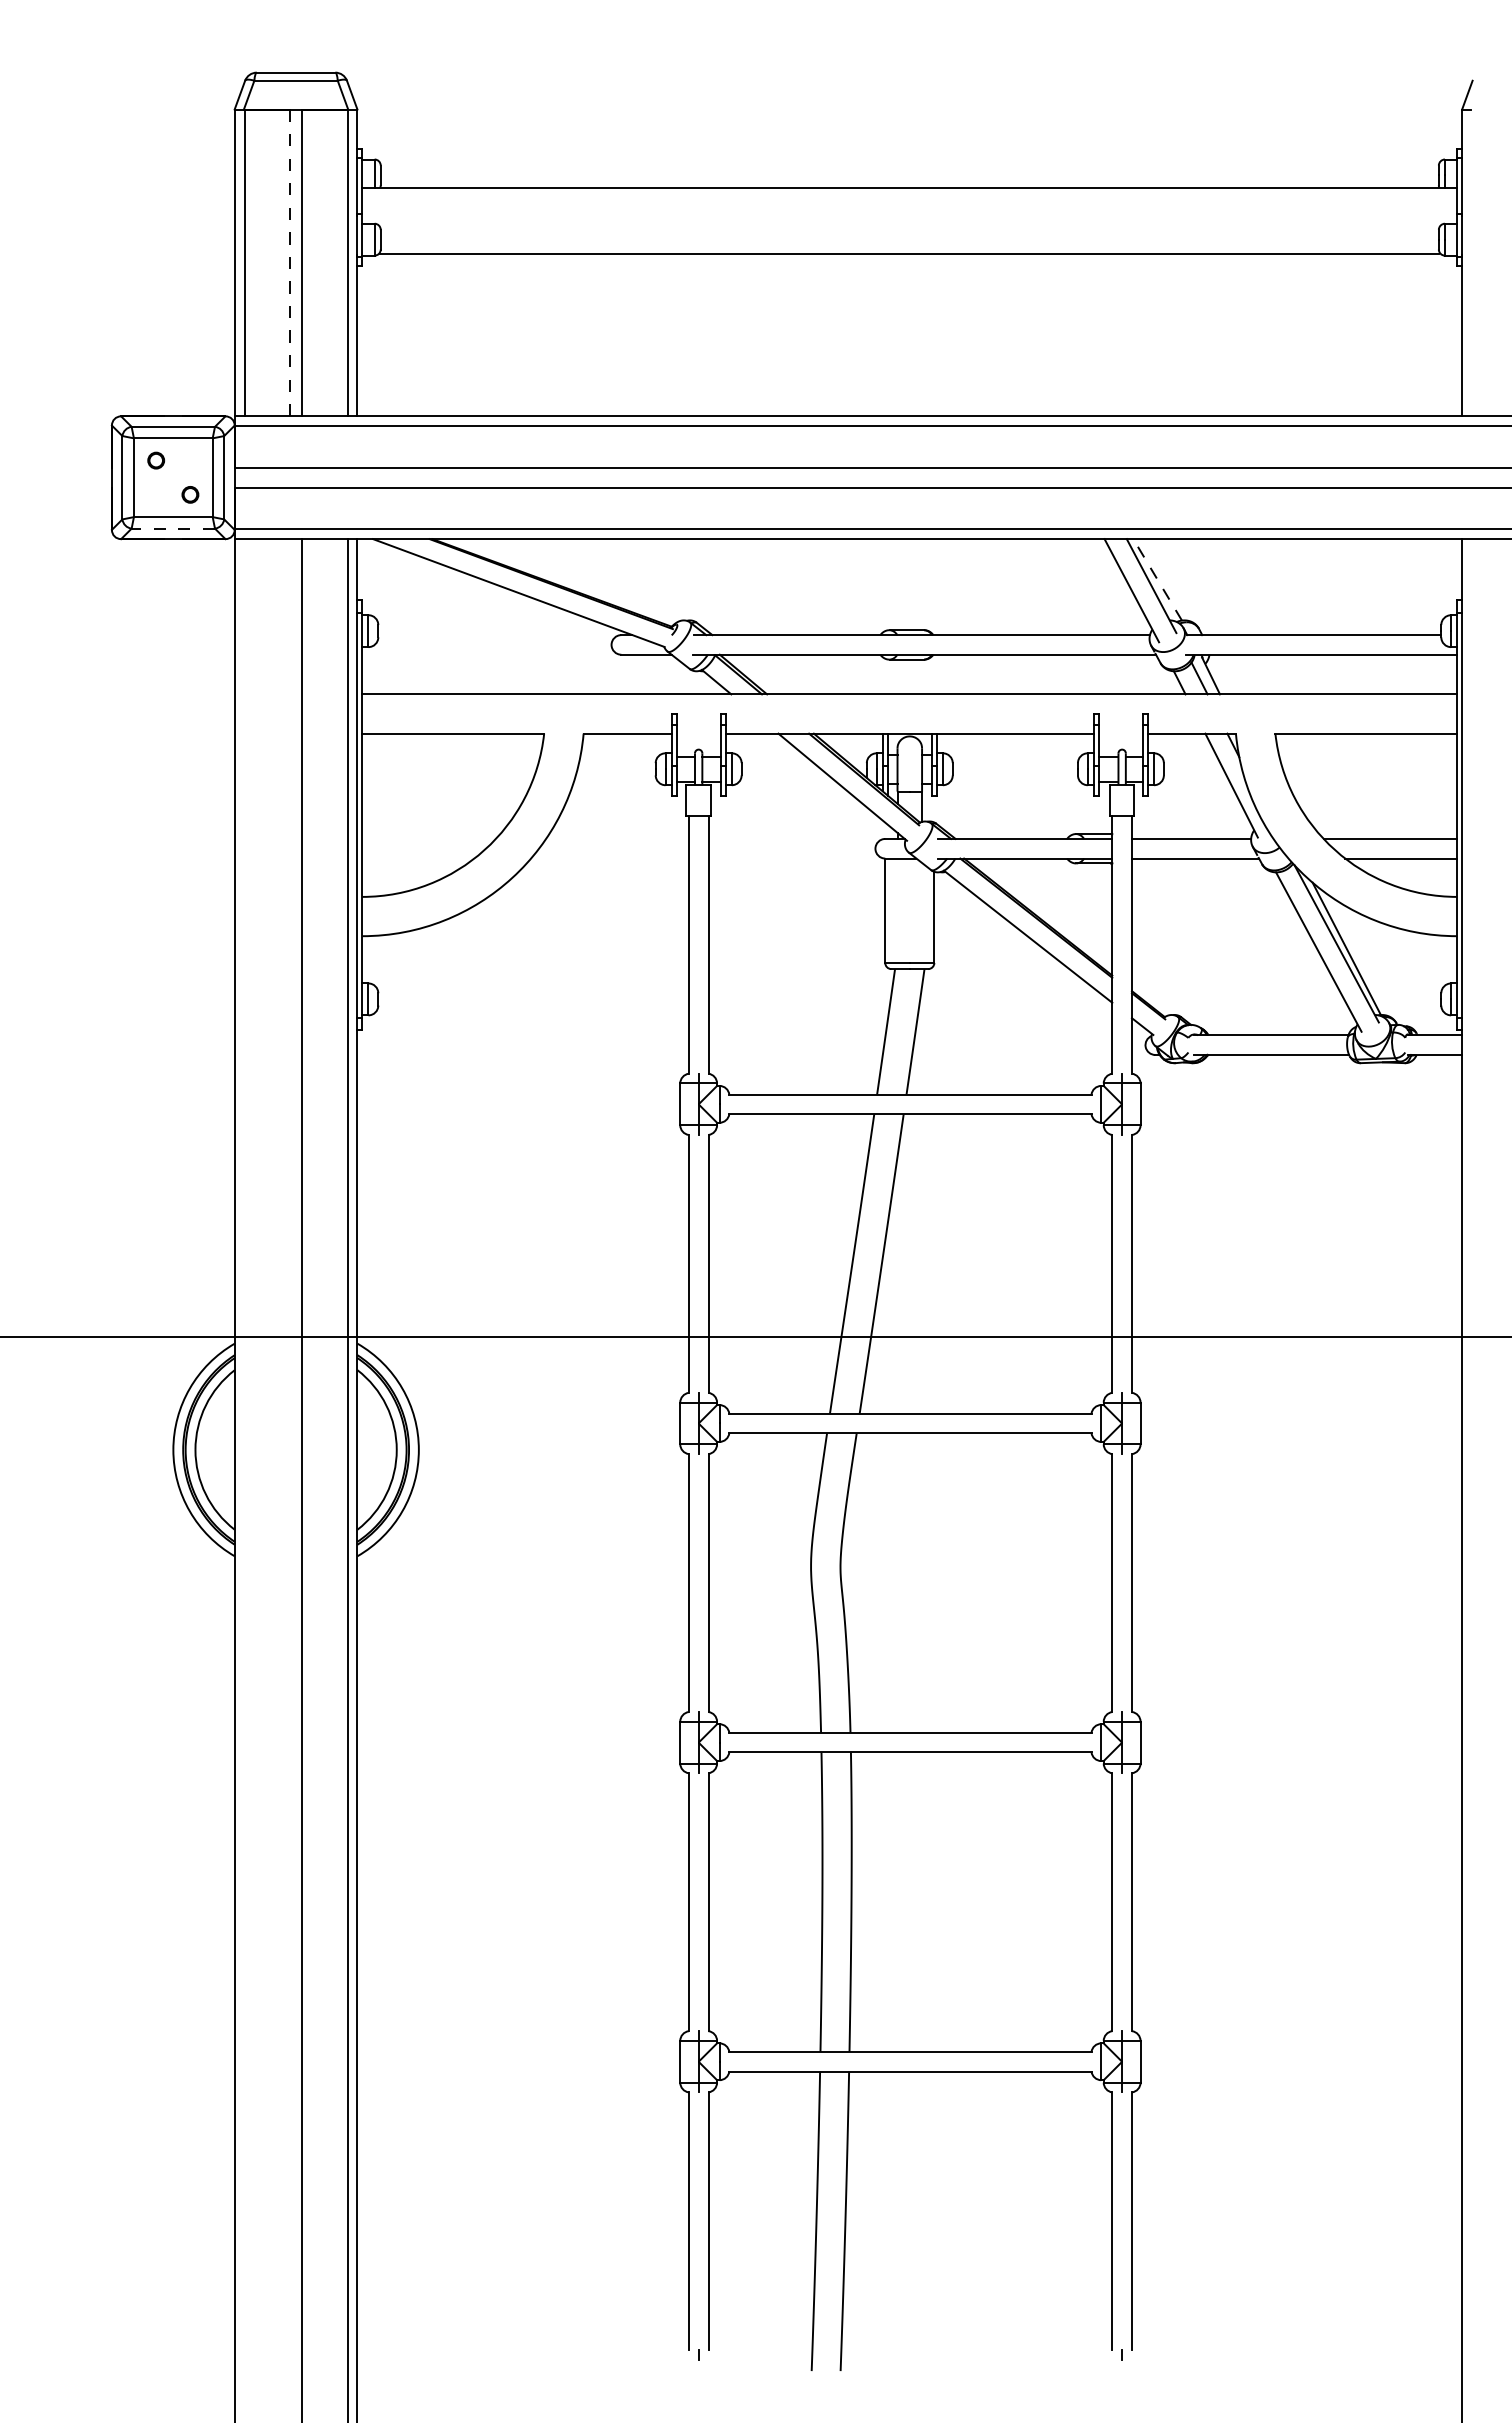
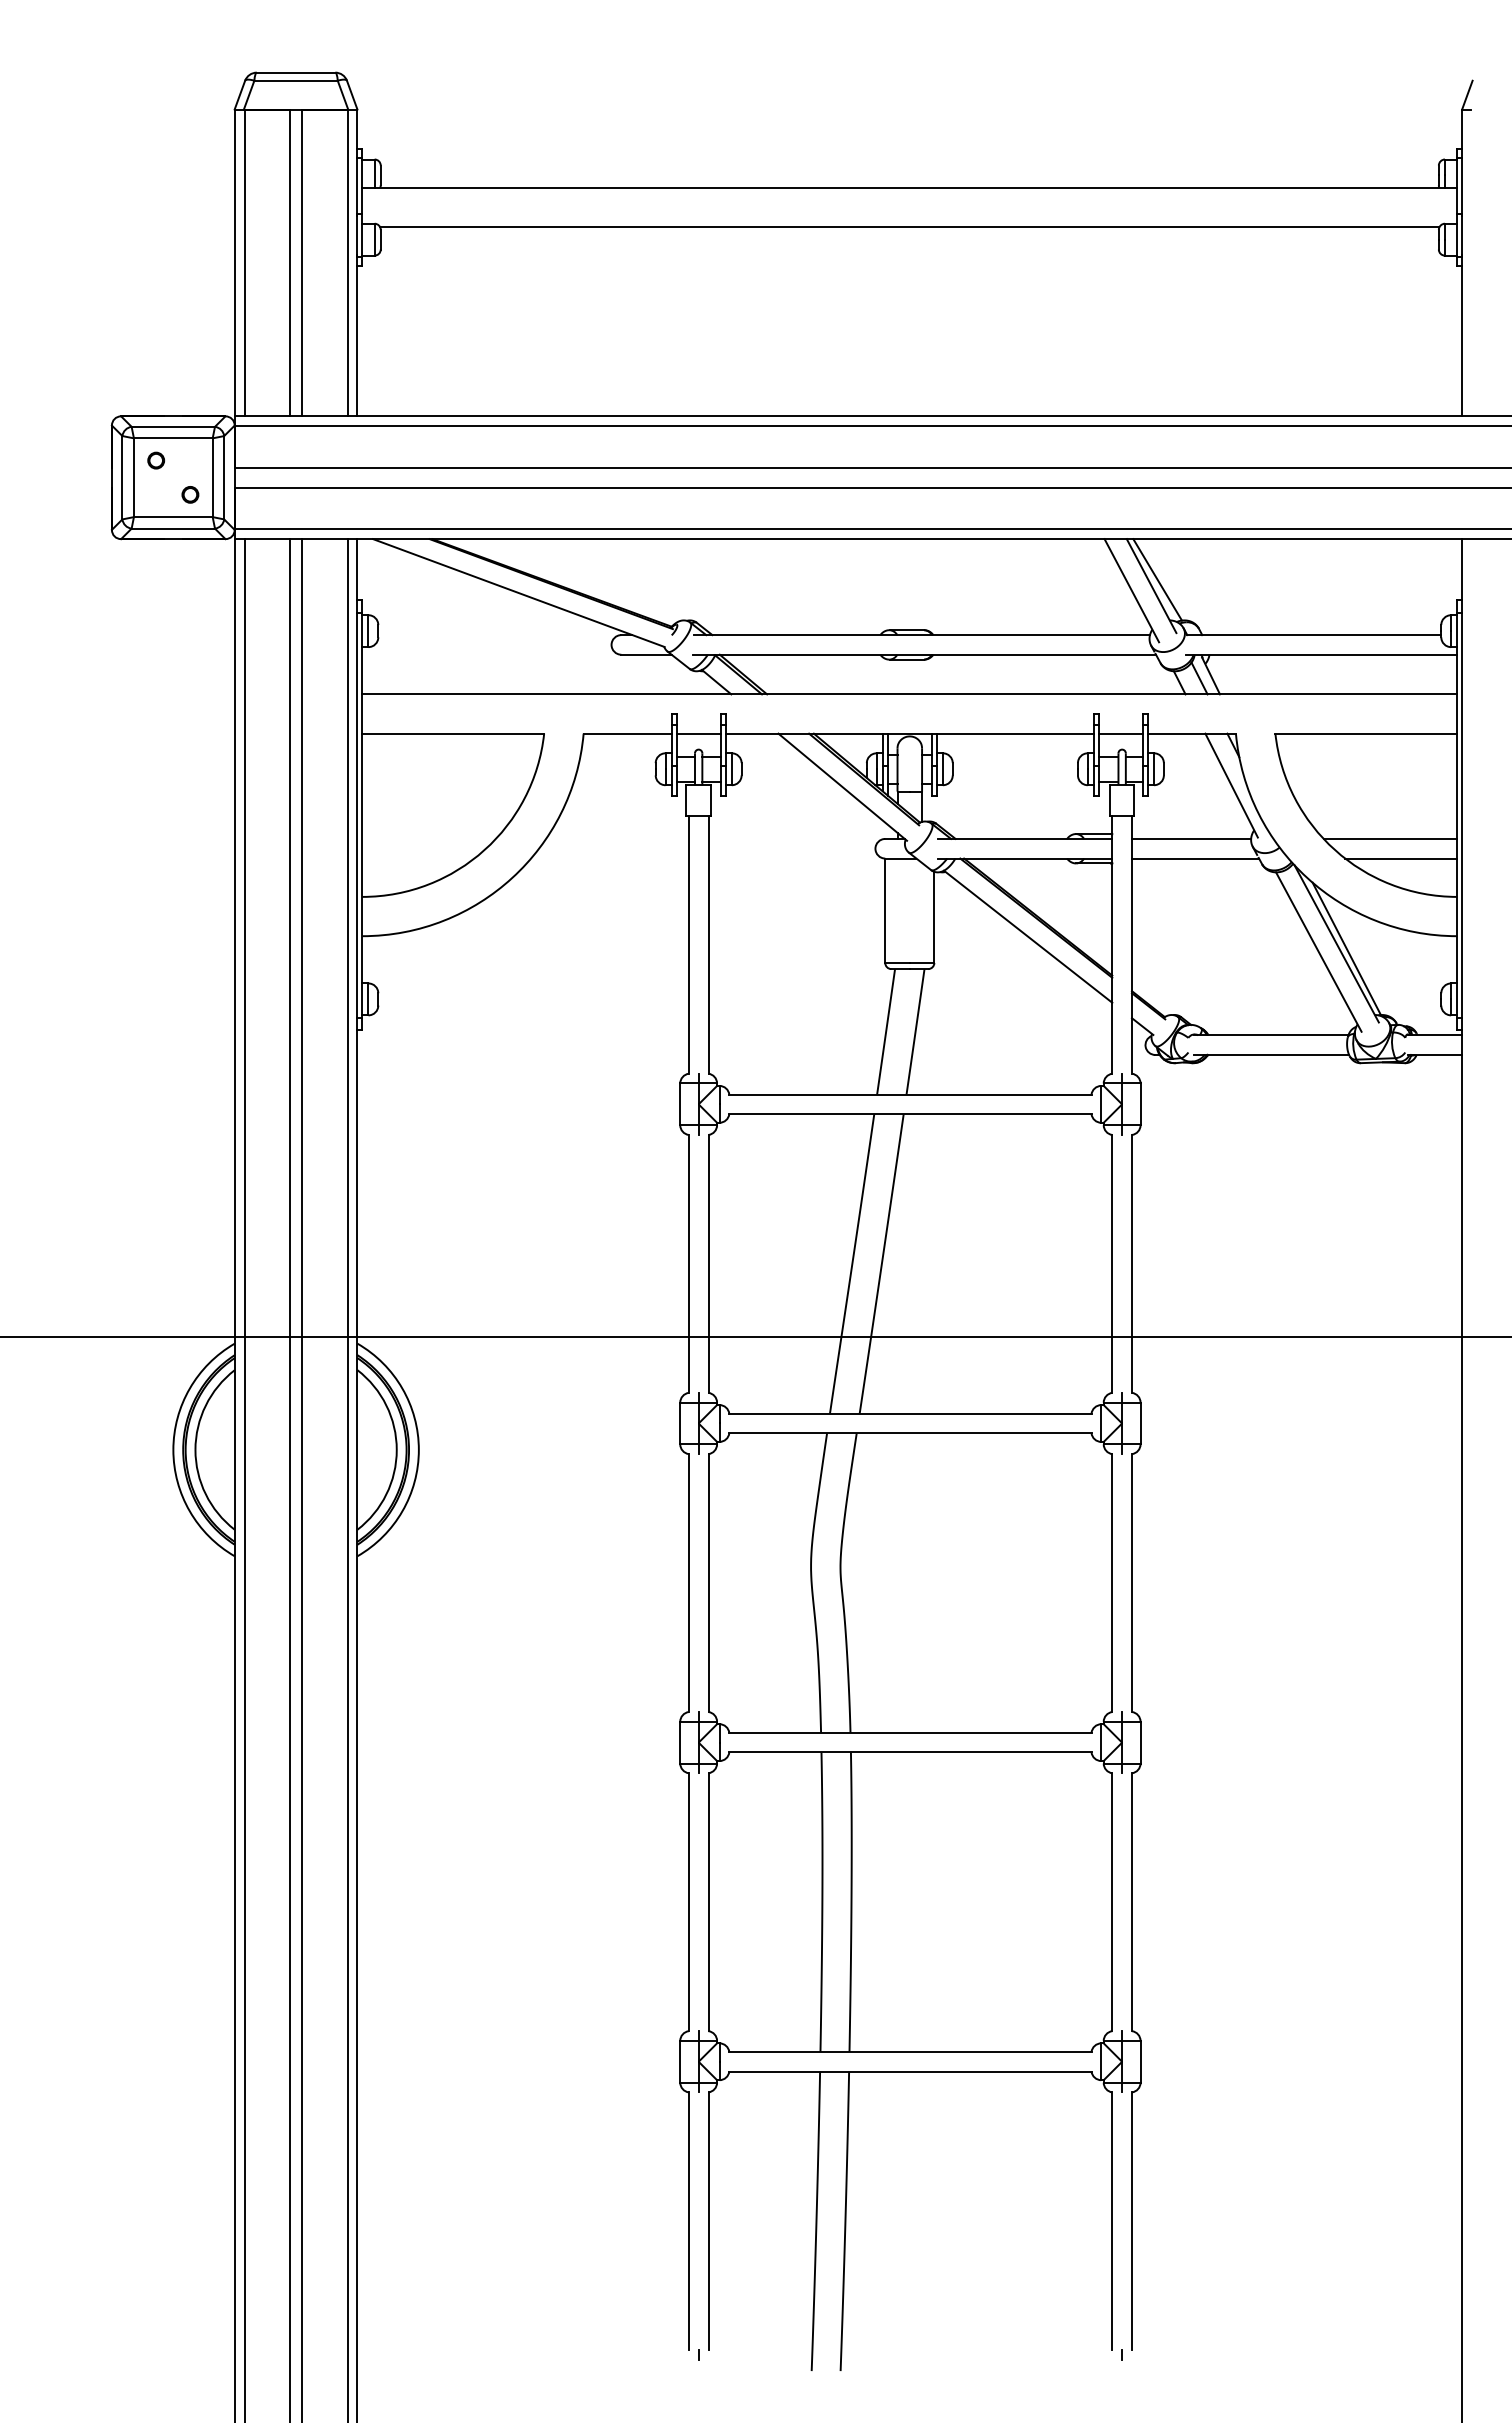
line at (909, 254) position: (909, 254) -> (909, 227)
line at (289, 263): dashed -> solid
line at (173, 528): dashed -> solid
line at (1157, 579): dashed -> solid
line at (698, 733): none -> present
line at (1120, 733): none -> present
line at (244, 1479): none -> present
line at (289, 1479): none -> present
